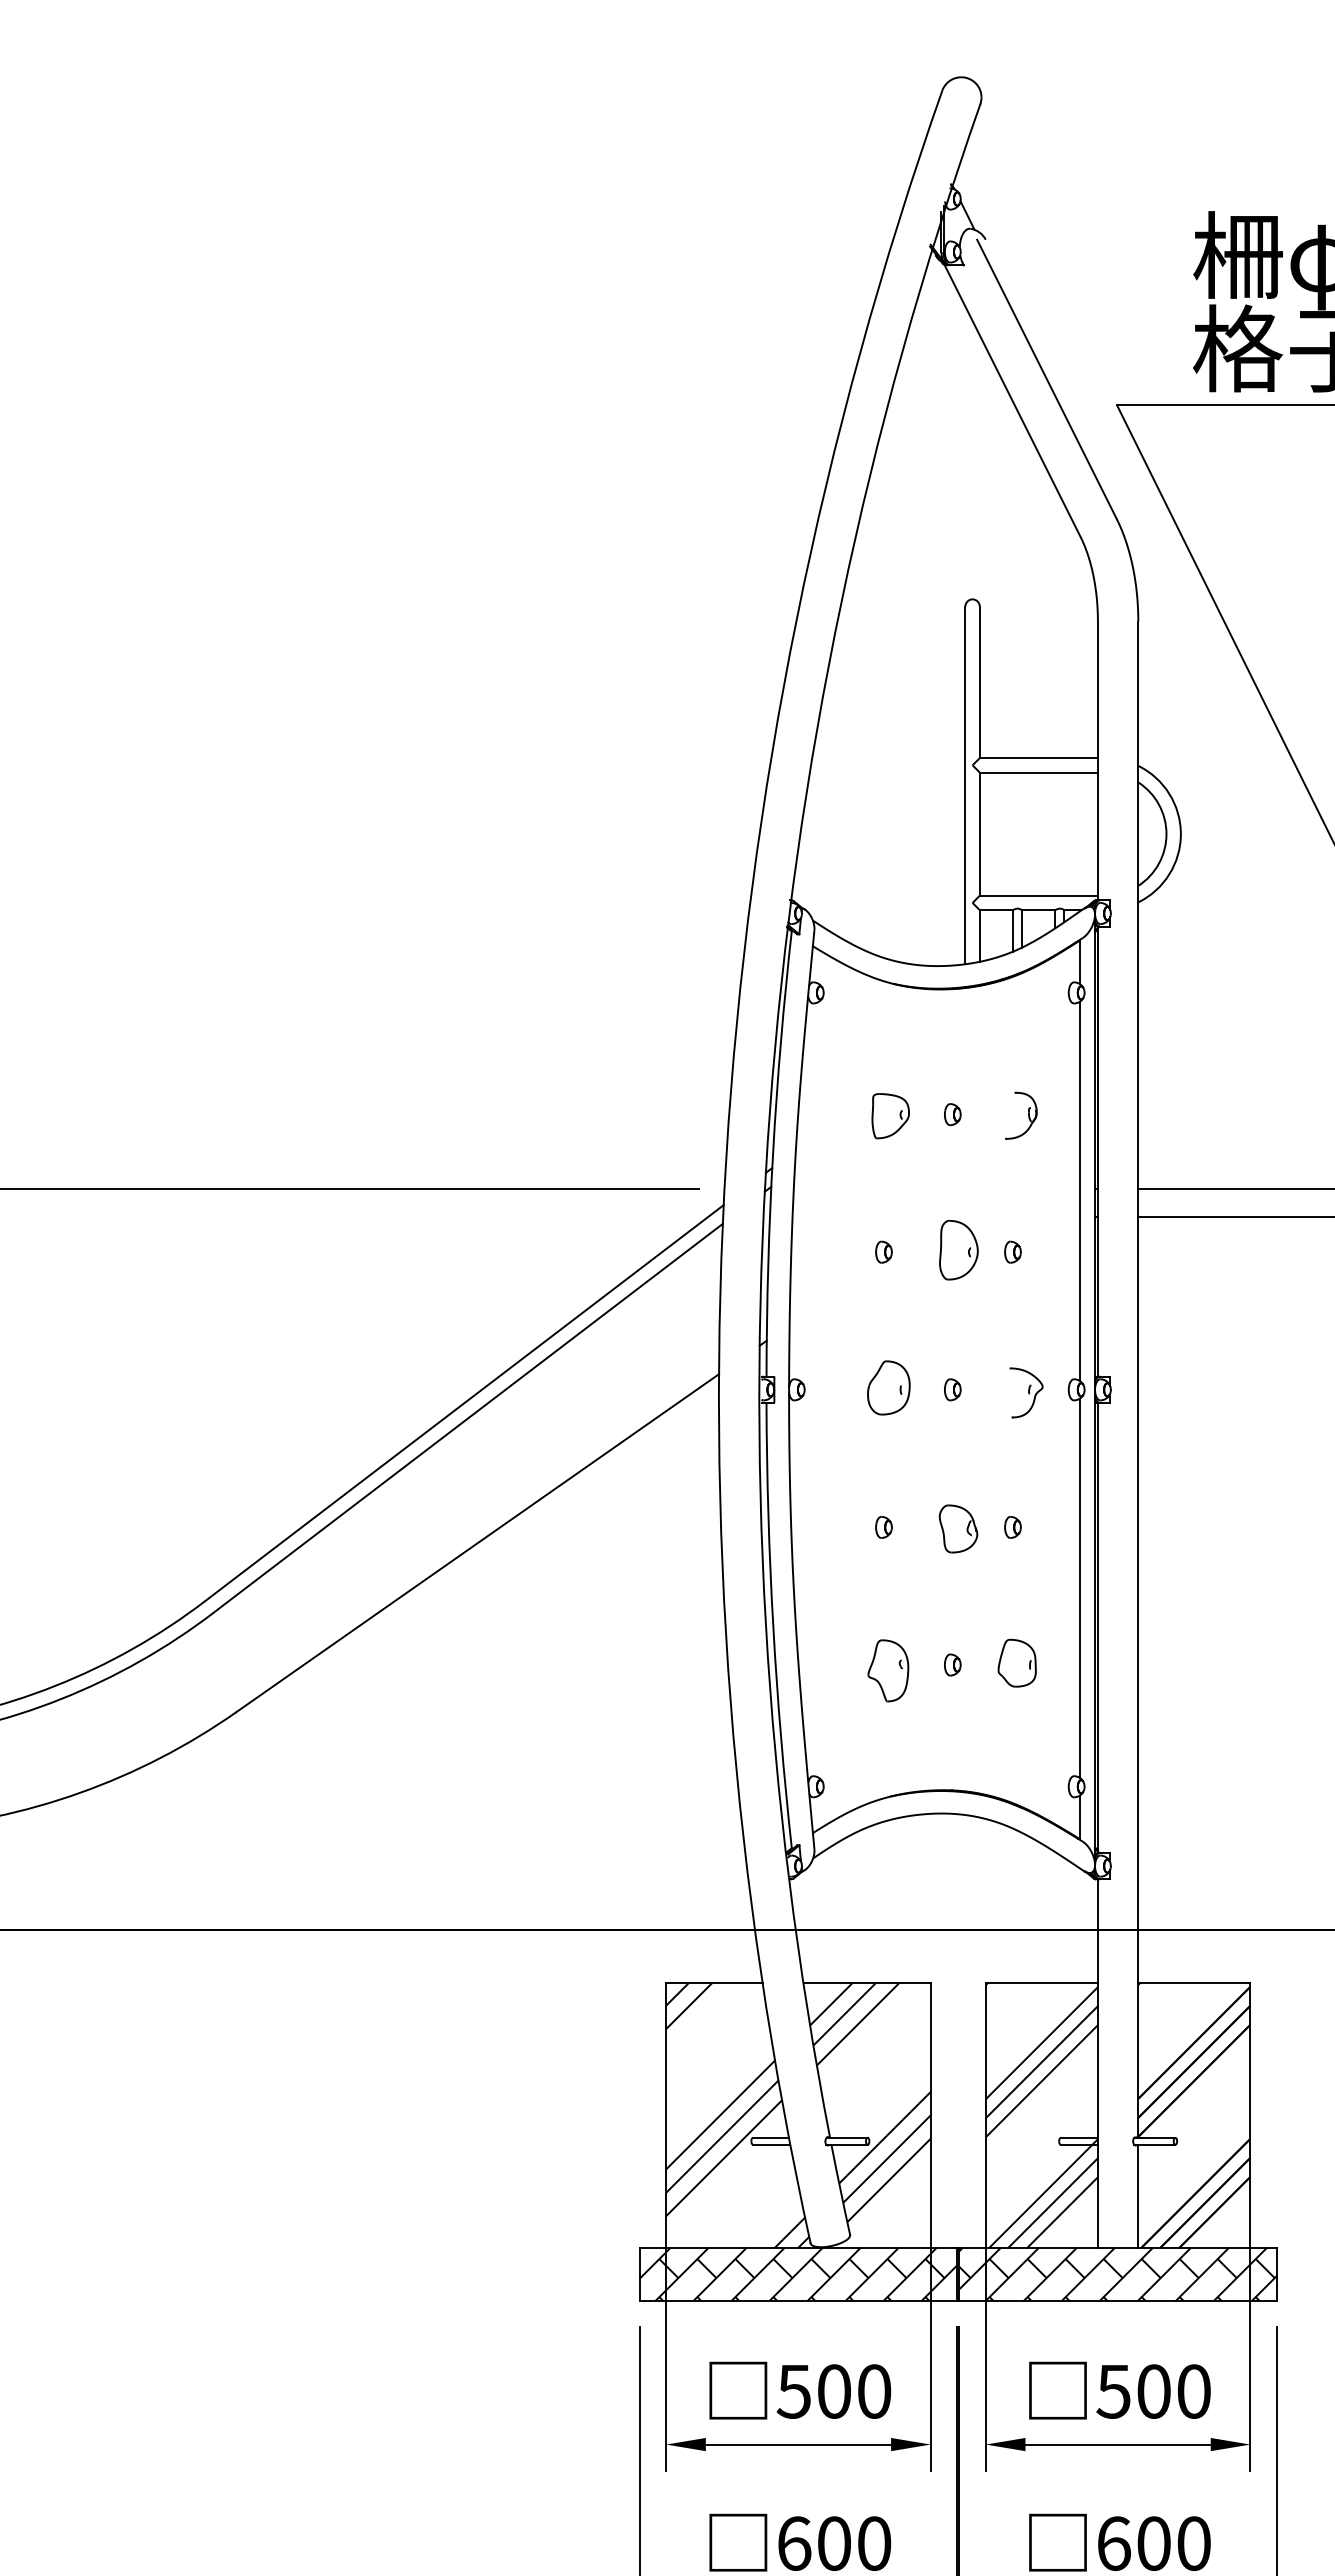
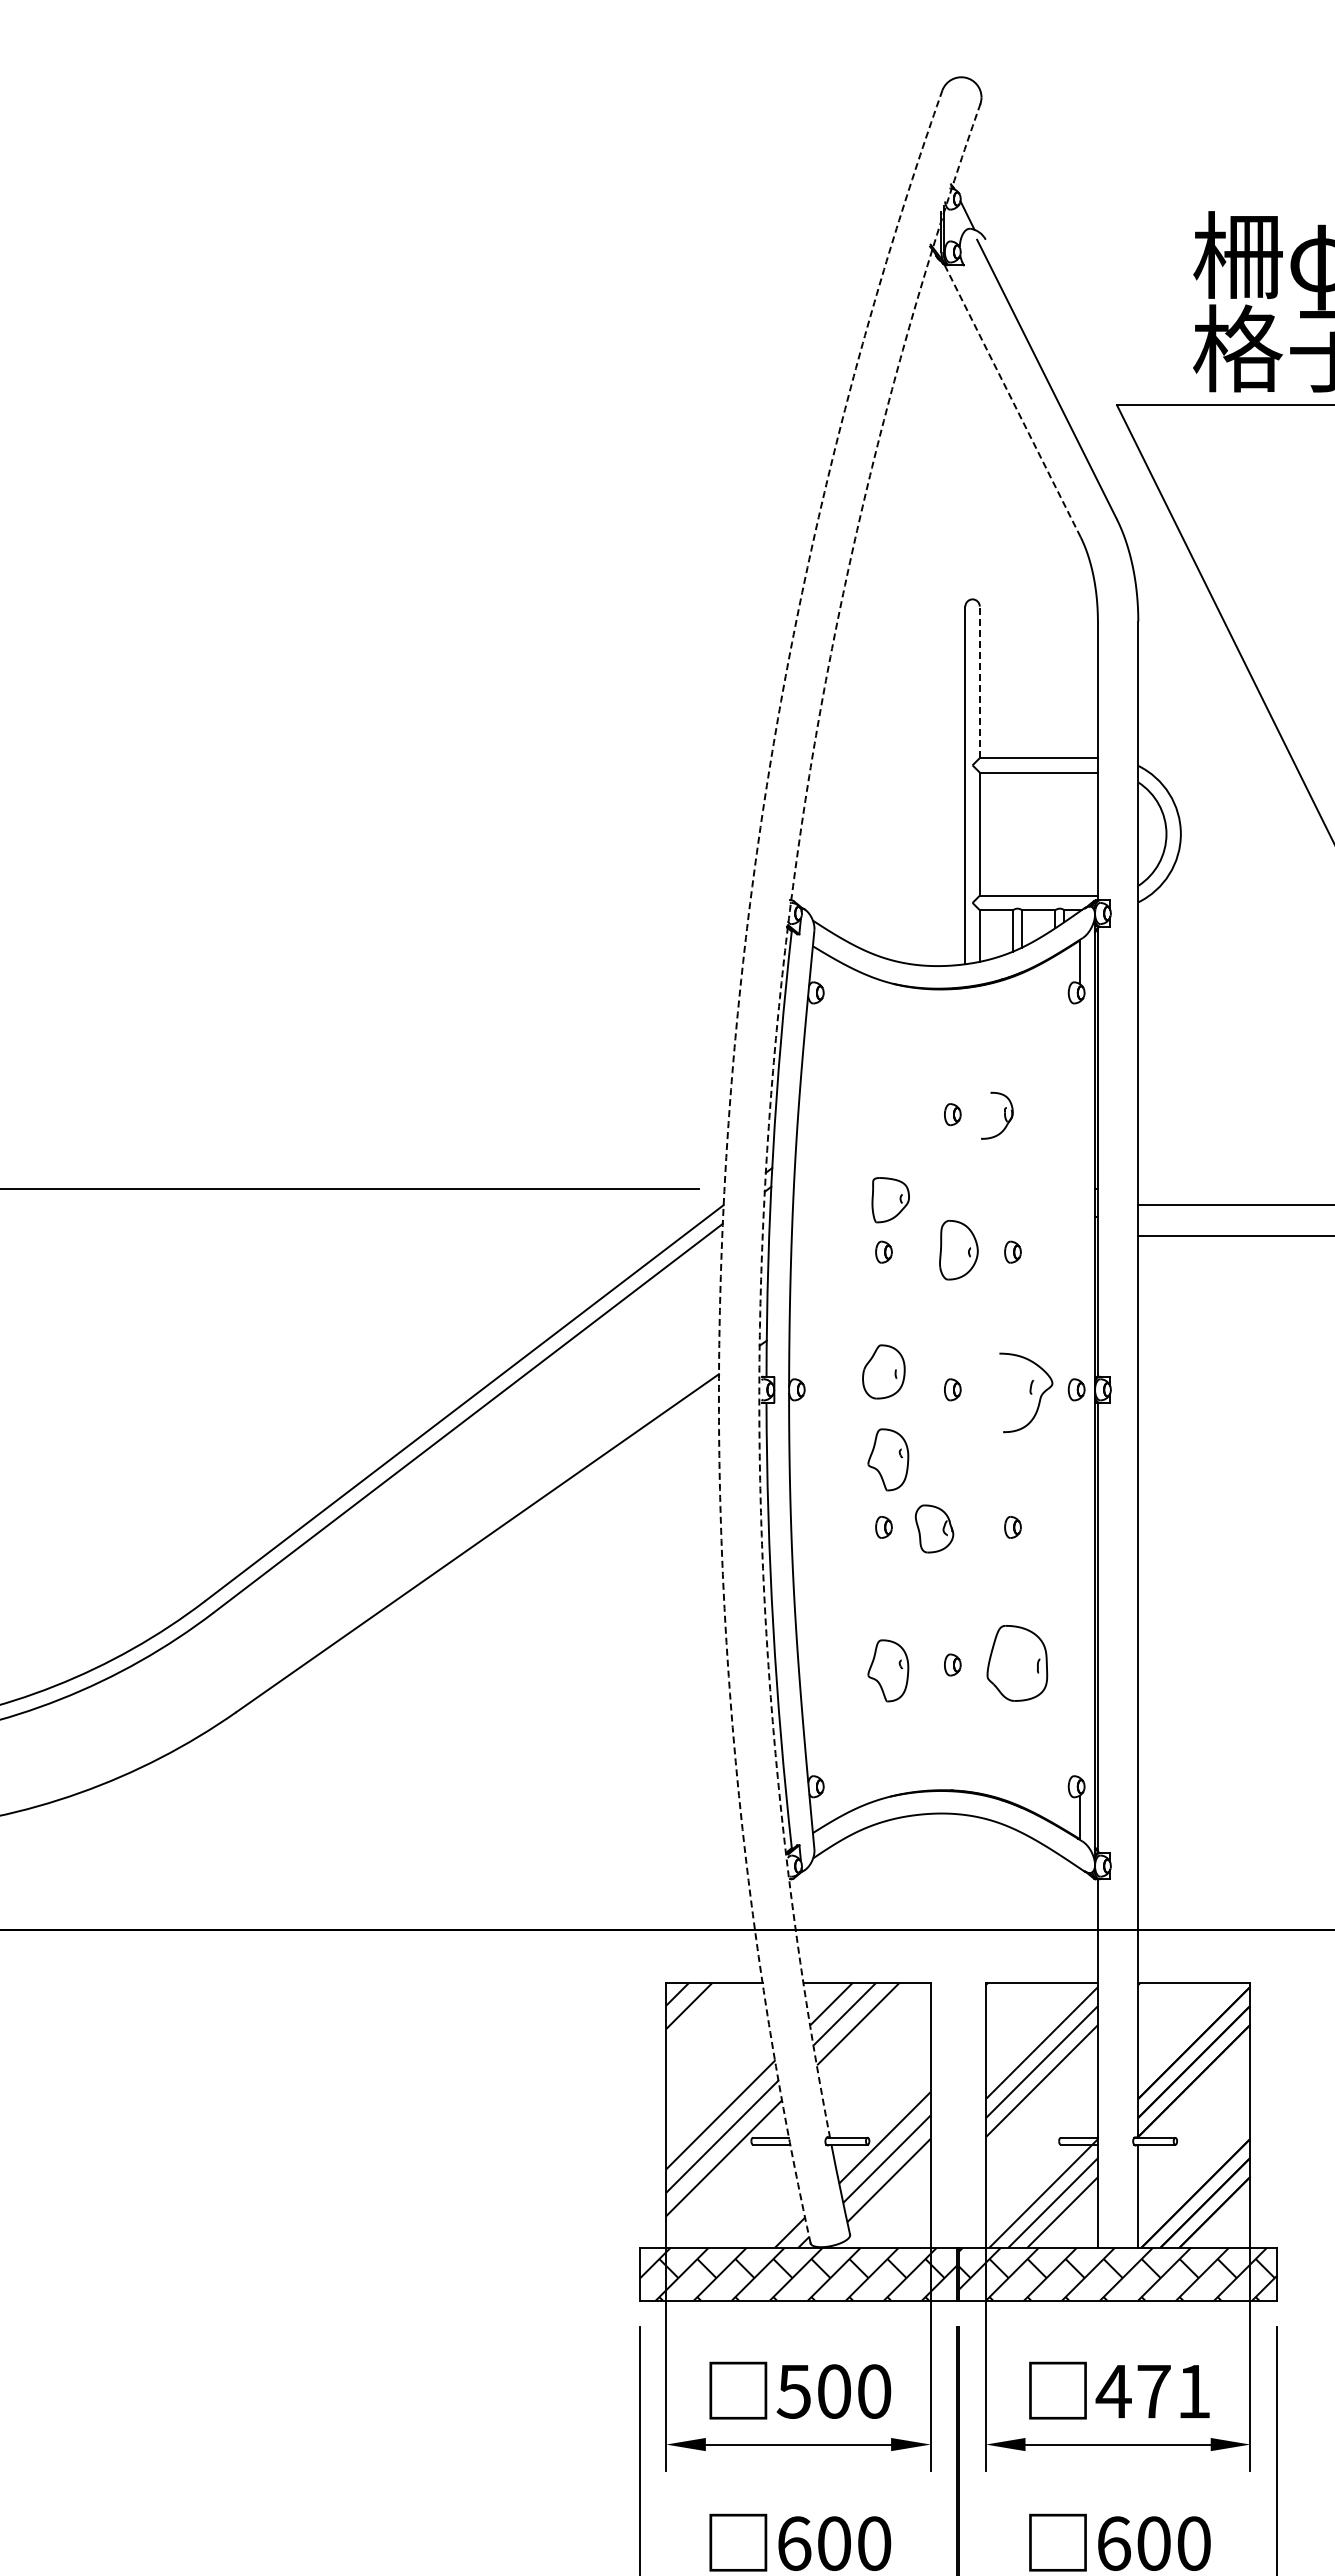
line at (1012, 401): solid -> dashed
line at (979, 682): solid -> dashed
arc at (769, 1110): solid -> dashed
part at (1028, 1115) position: (1028, 1115) -> (1004, 1115)
part at (890, 1116) position: (890, 1116) -> (890, 1200)
arc at (726, 1157): solid -> dashed
line at (1234, 1188) position: (1234, 1188) -> (1234, 1204)
line at (1079, 1190): present -> none
line at (1234, 1216) position: (1234, 1216) -> (1234, 1235)
part at (888, 1387) position: (888, 1387) -> (883, 1371)
part at (1026, 1392) size: 35x52 px -> 55x82 px
part at (888, 1459): none -> present
part at (958, 1528) position: (958, 1528) -> (934, 1528)
line at (1079, 1587): present -> none
part at (1016, 1662) size: 40x50 px -> 63x77 px
text at (1152, 2391): 500 -> 471
